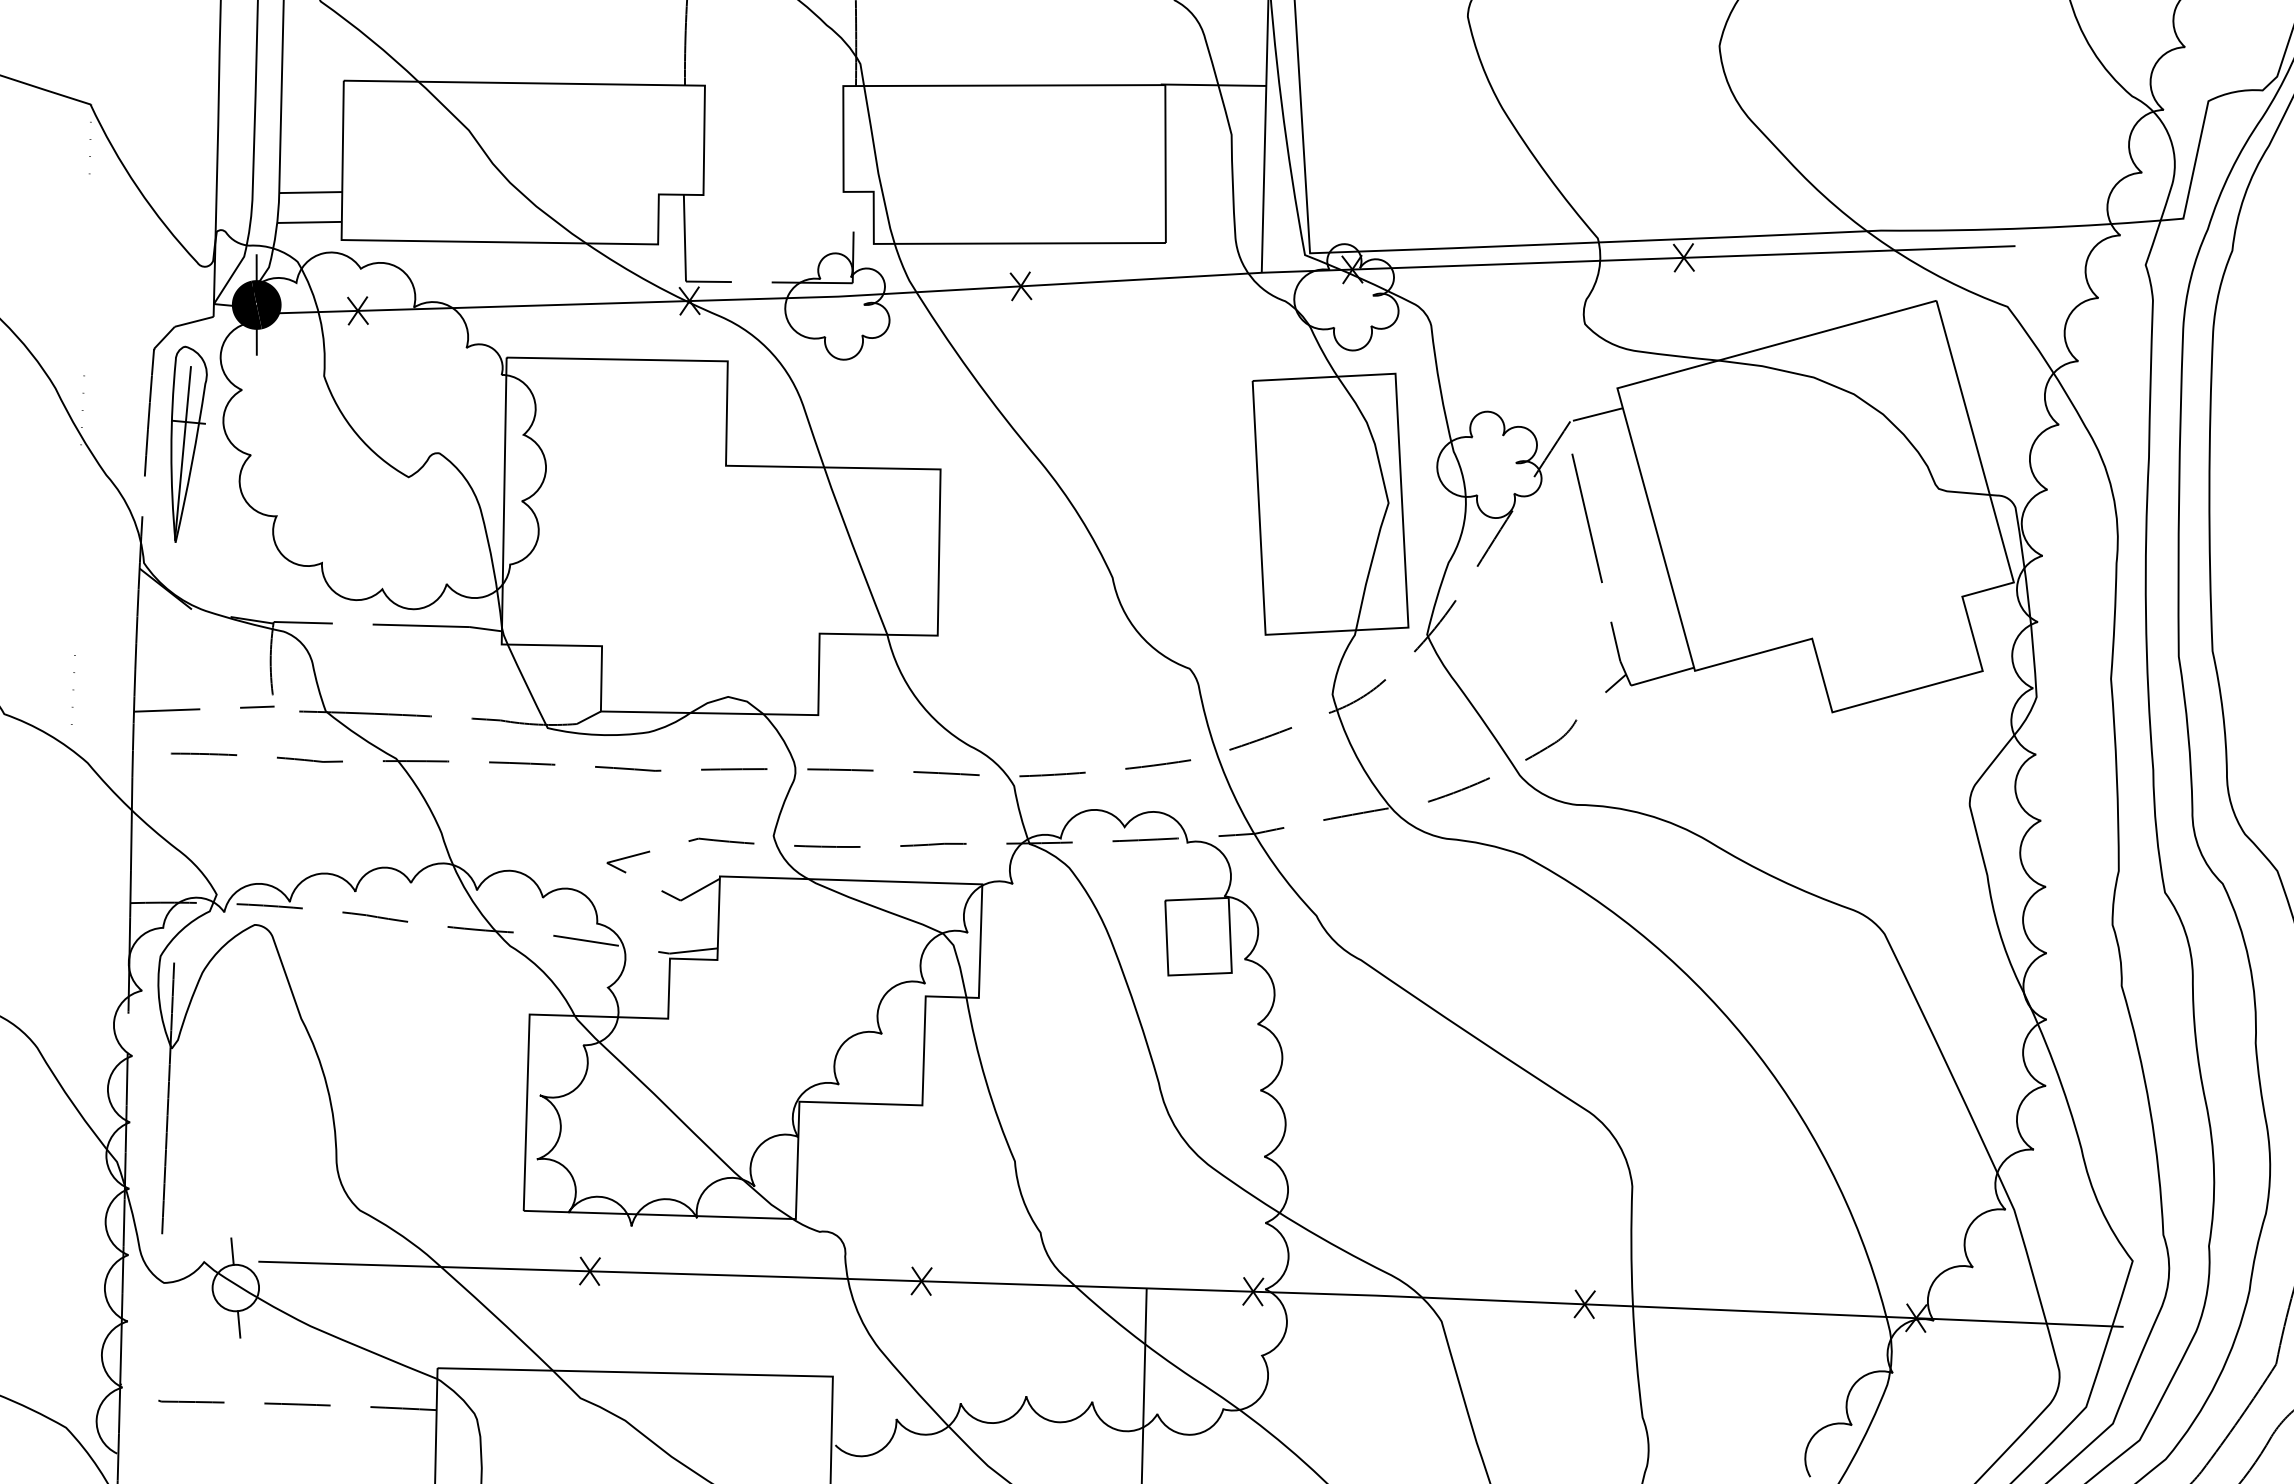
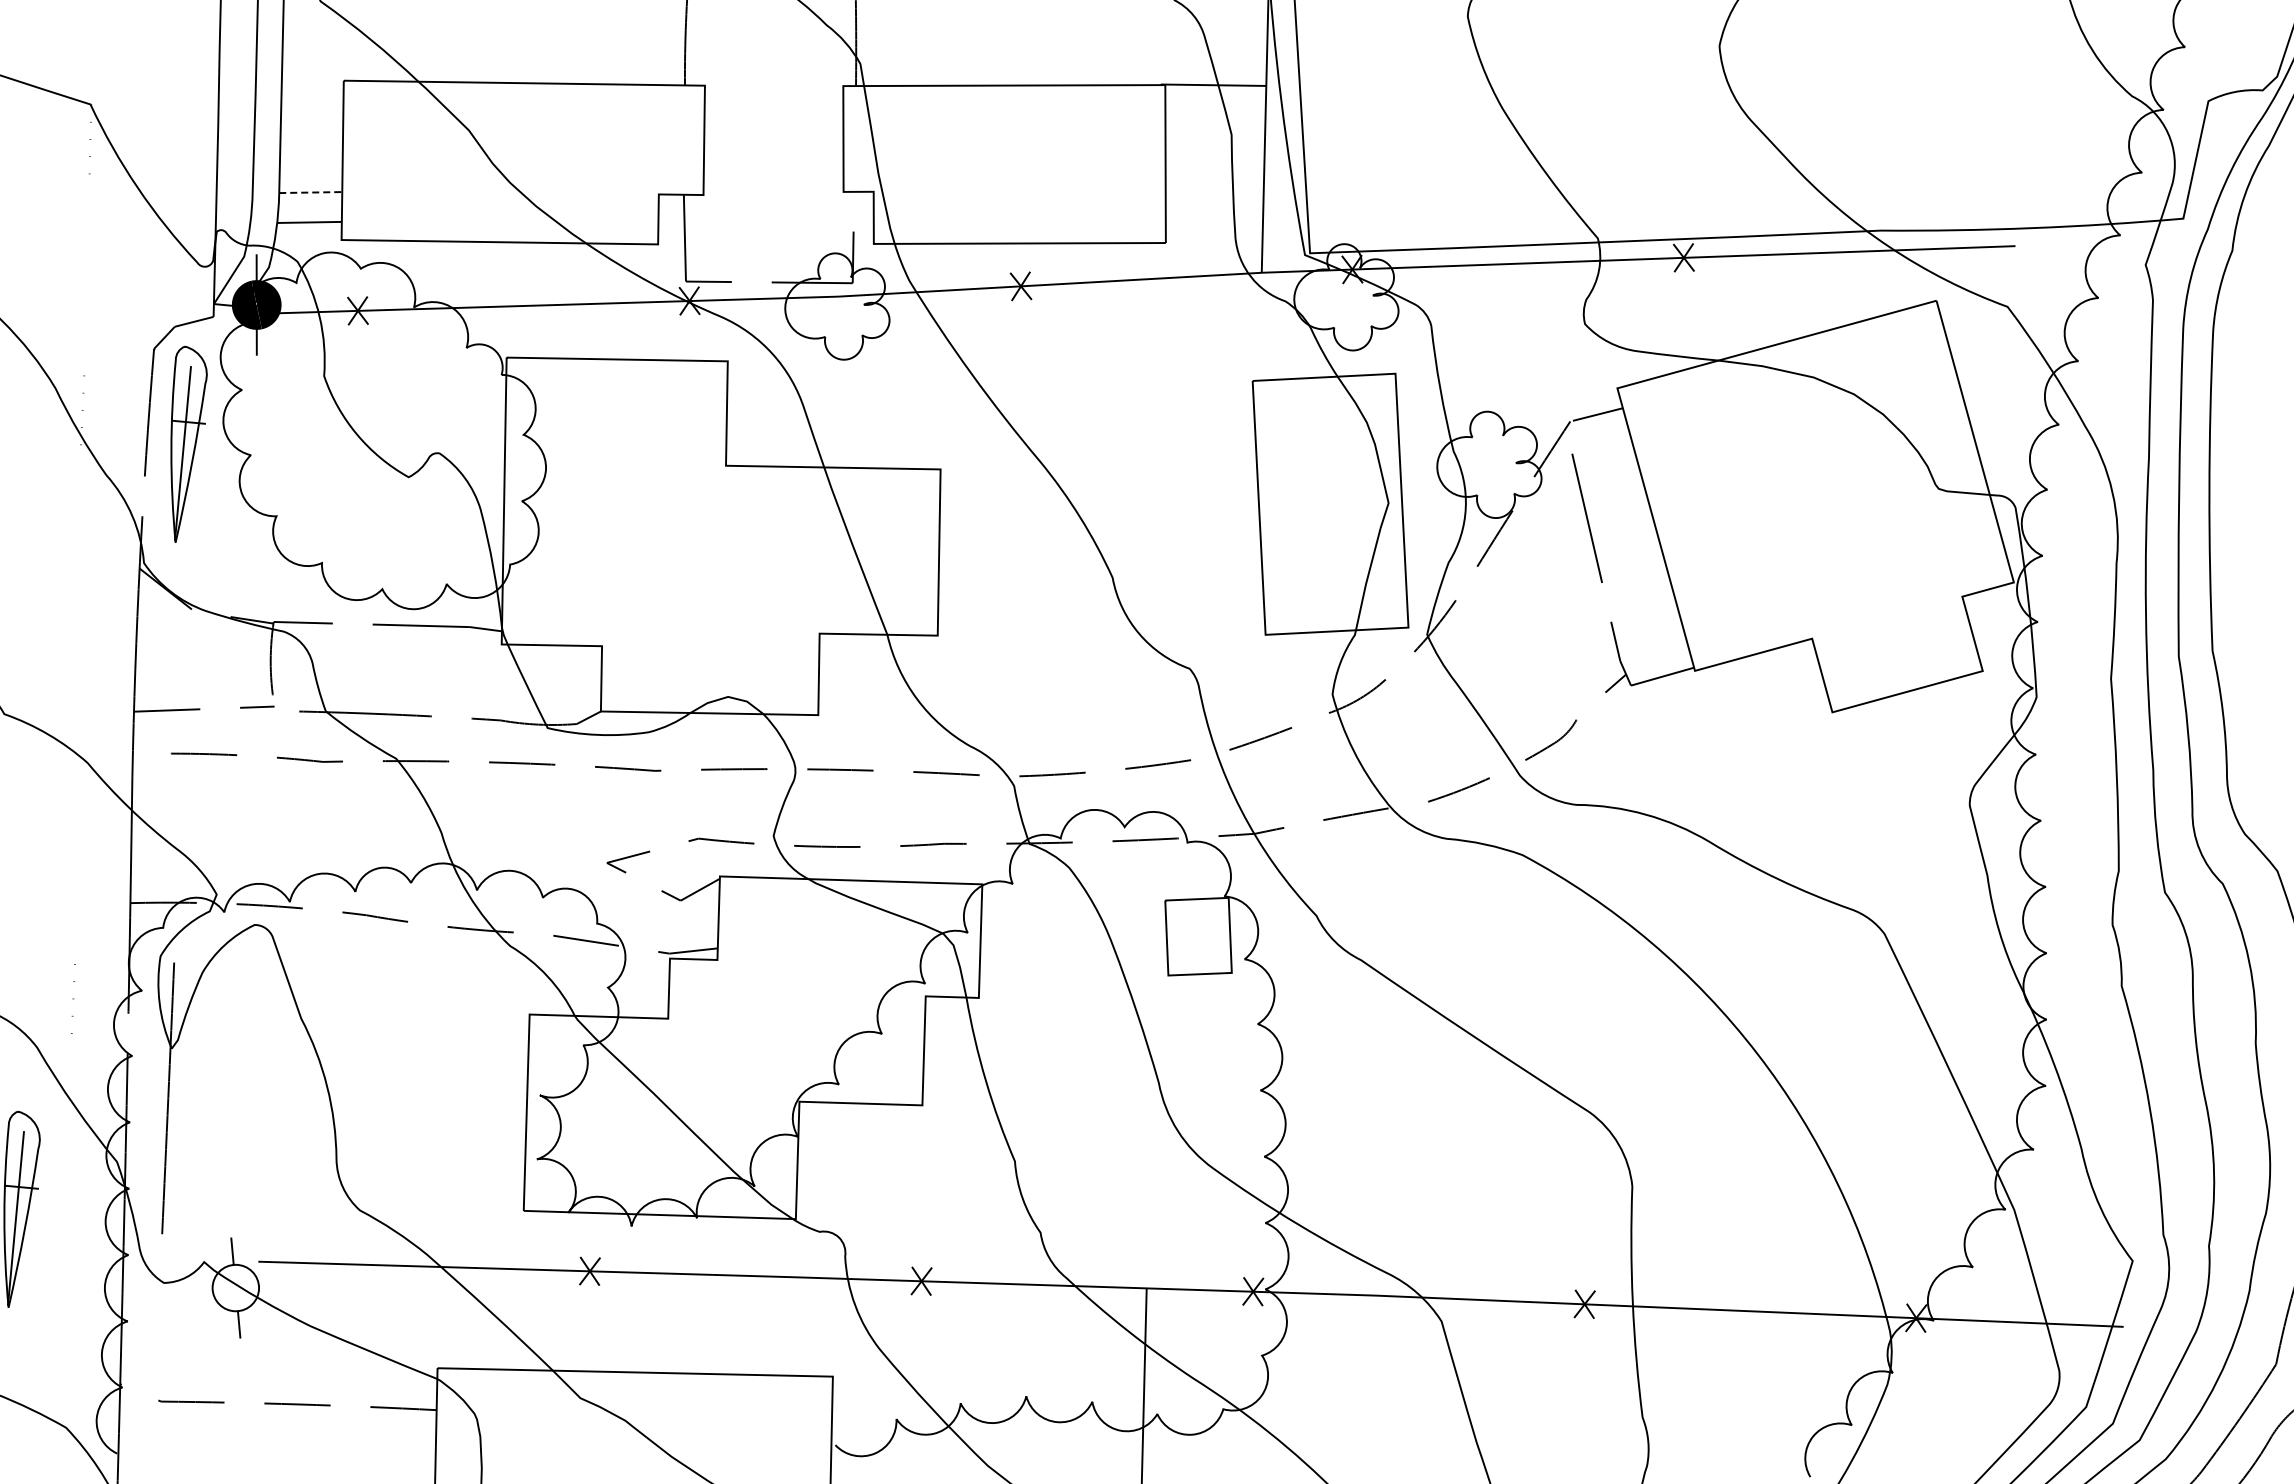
line at (310, 192): solid -> dashed
line at (73, 689) position: (73, 689) -> (73, 998)
part at (21, 1208): none -> present
